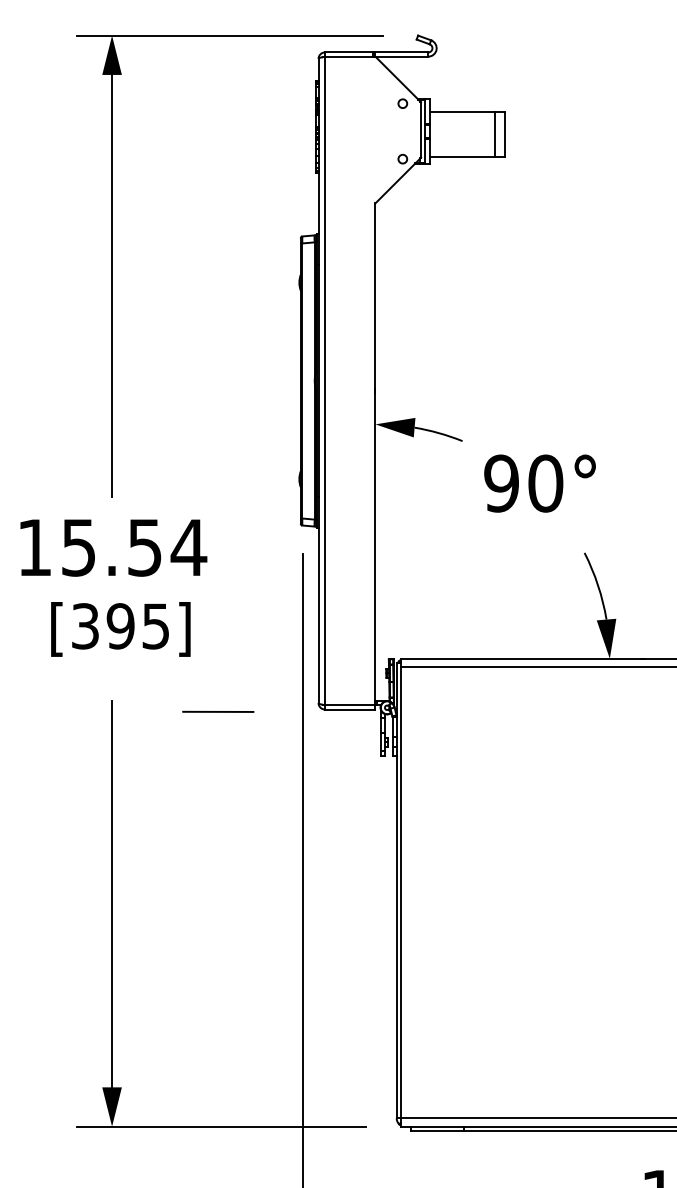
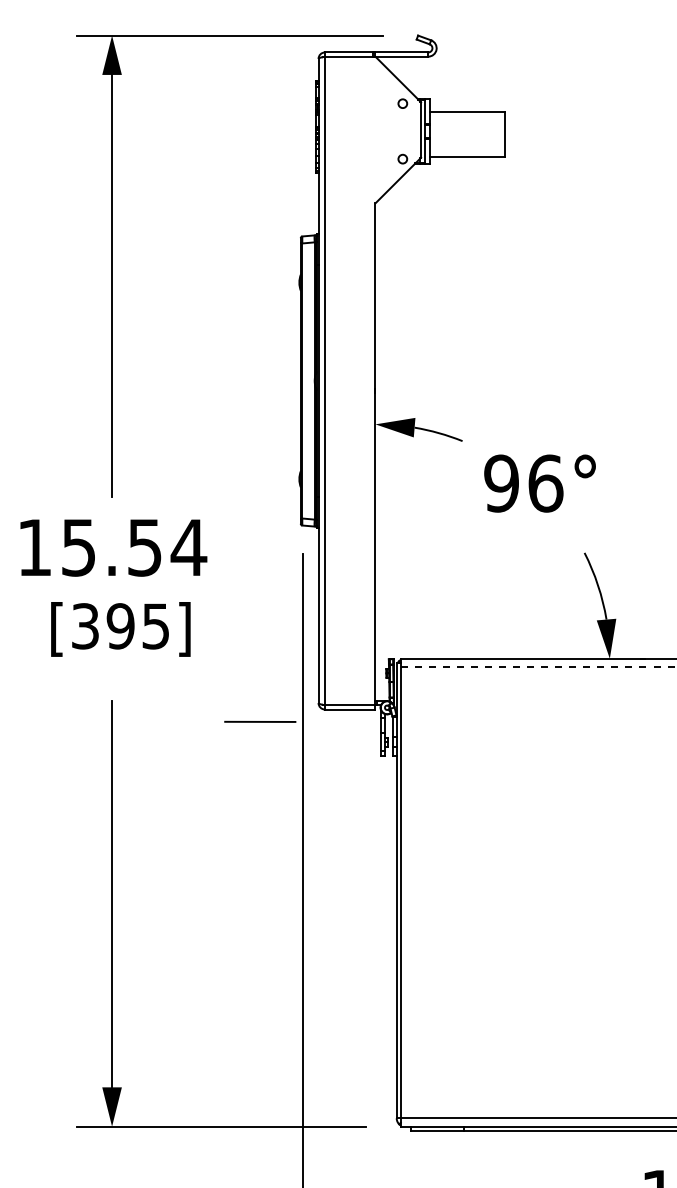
line at (494, 134): present -> none
text at (545, 483): 90° -> 96°
line at (538, 667): solid -> dashed
line at (218, 711) position: (218, 711) -> (260, 721)
